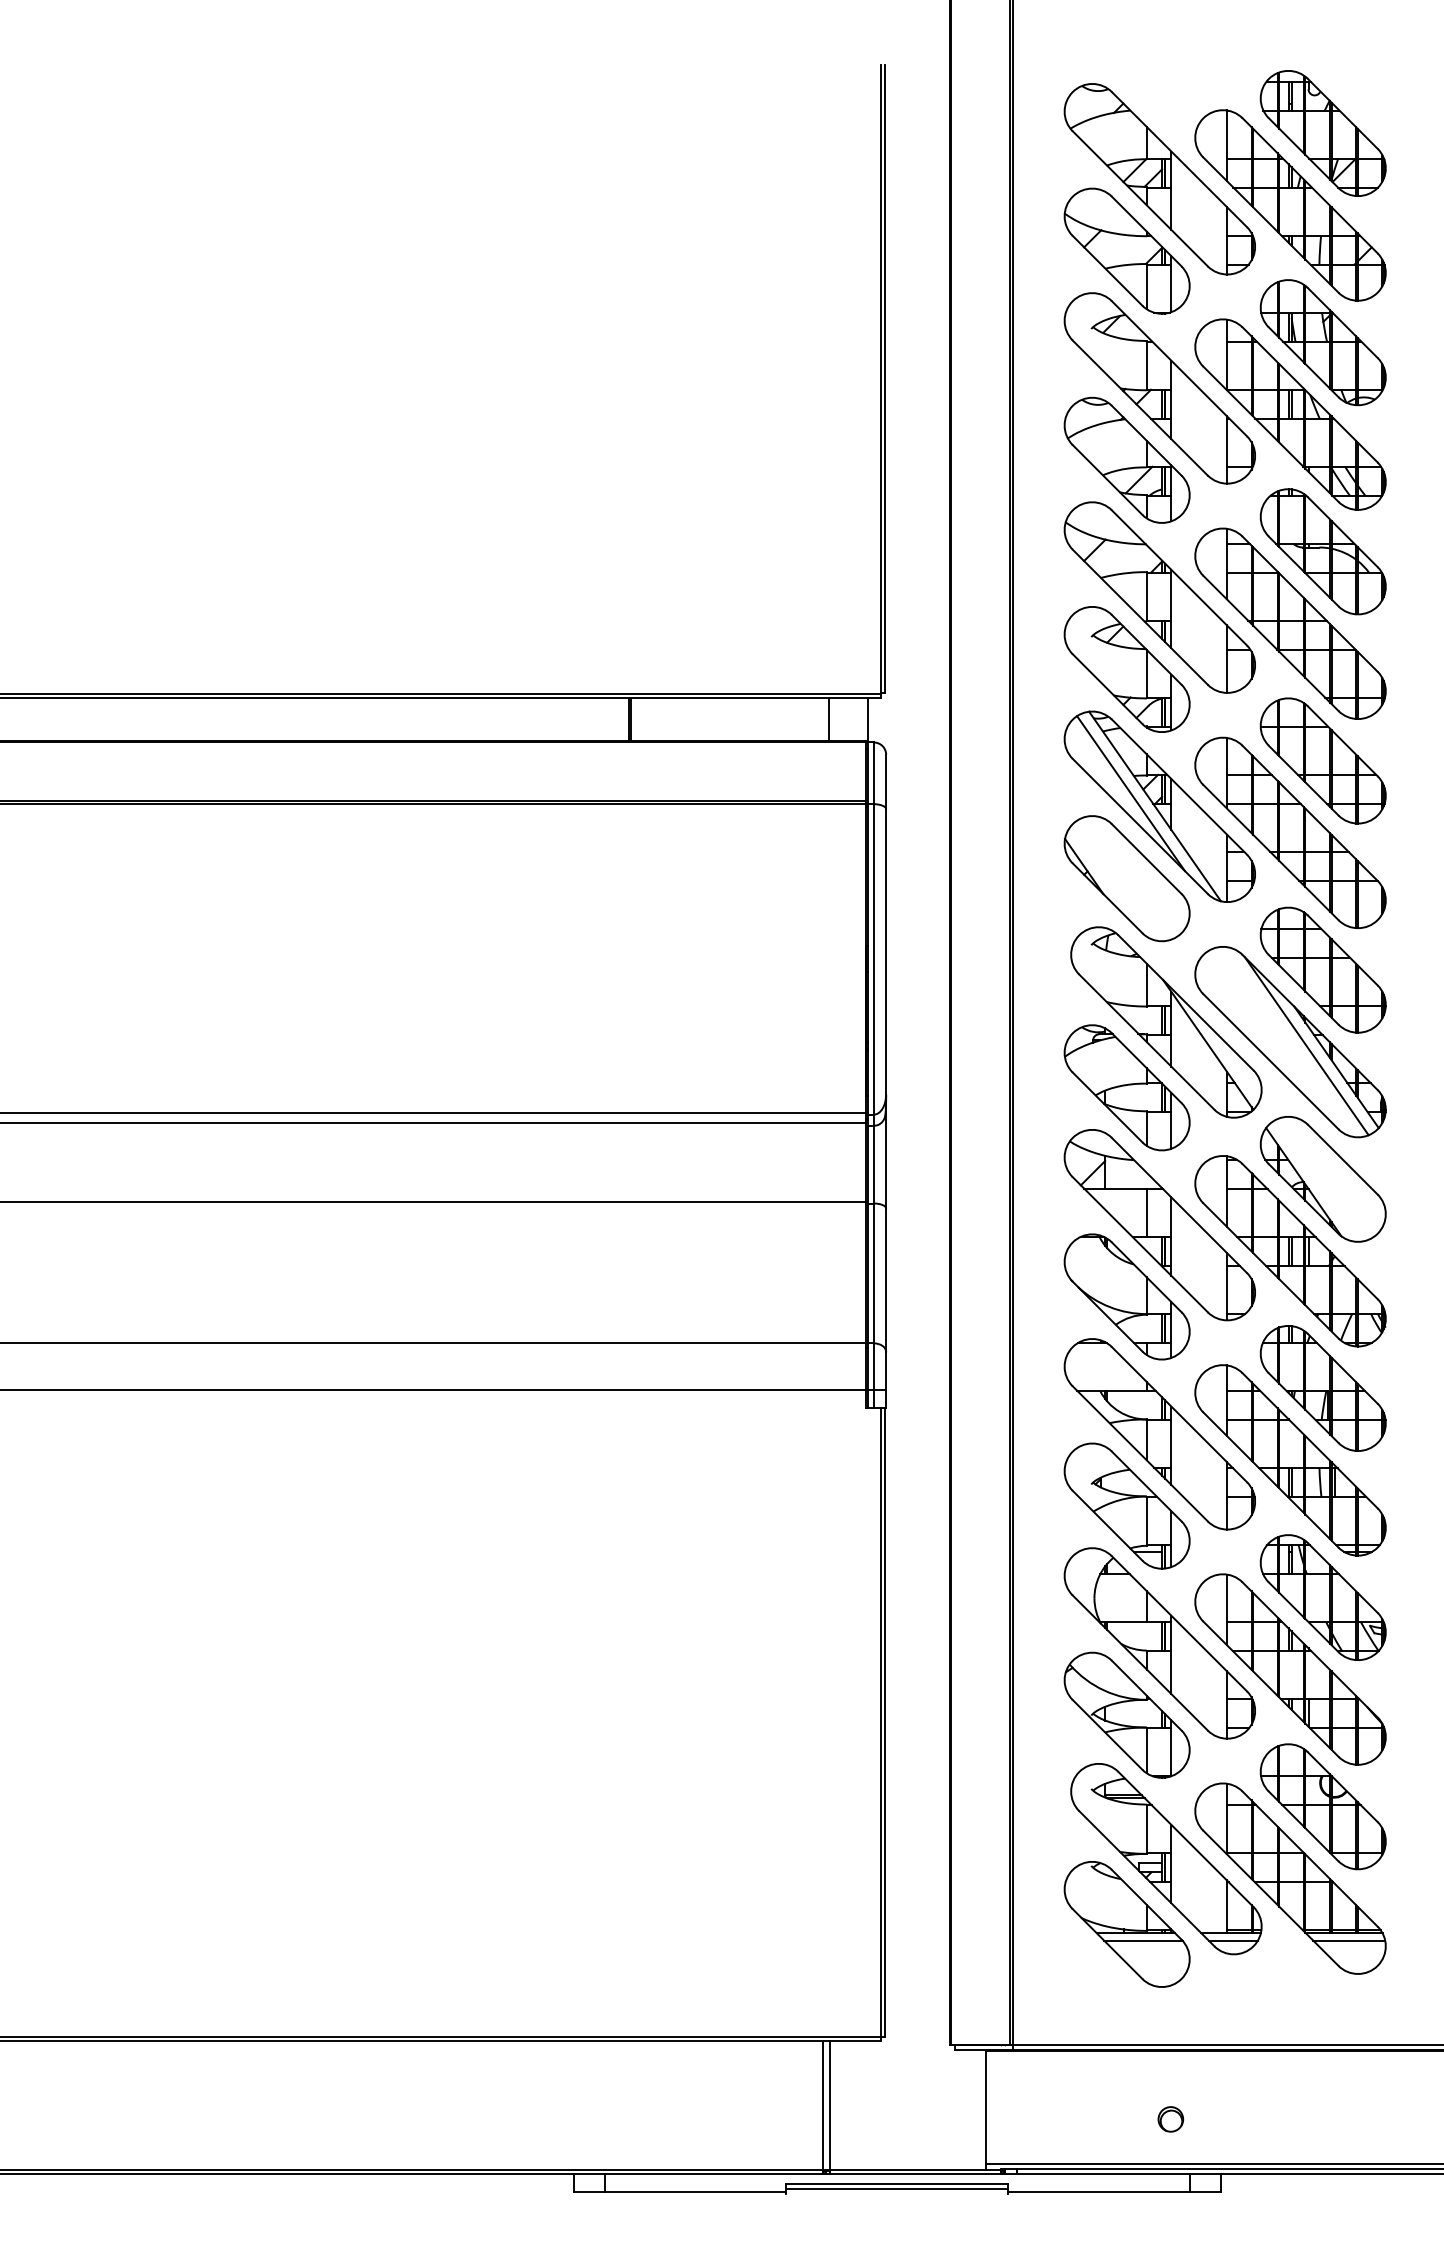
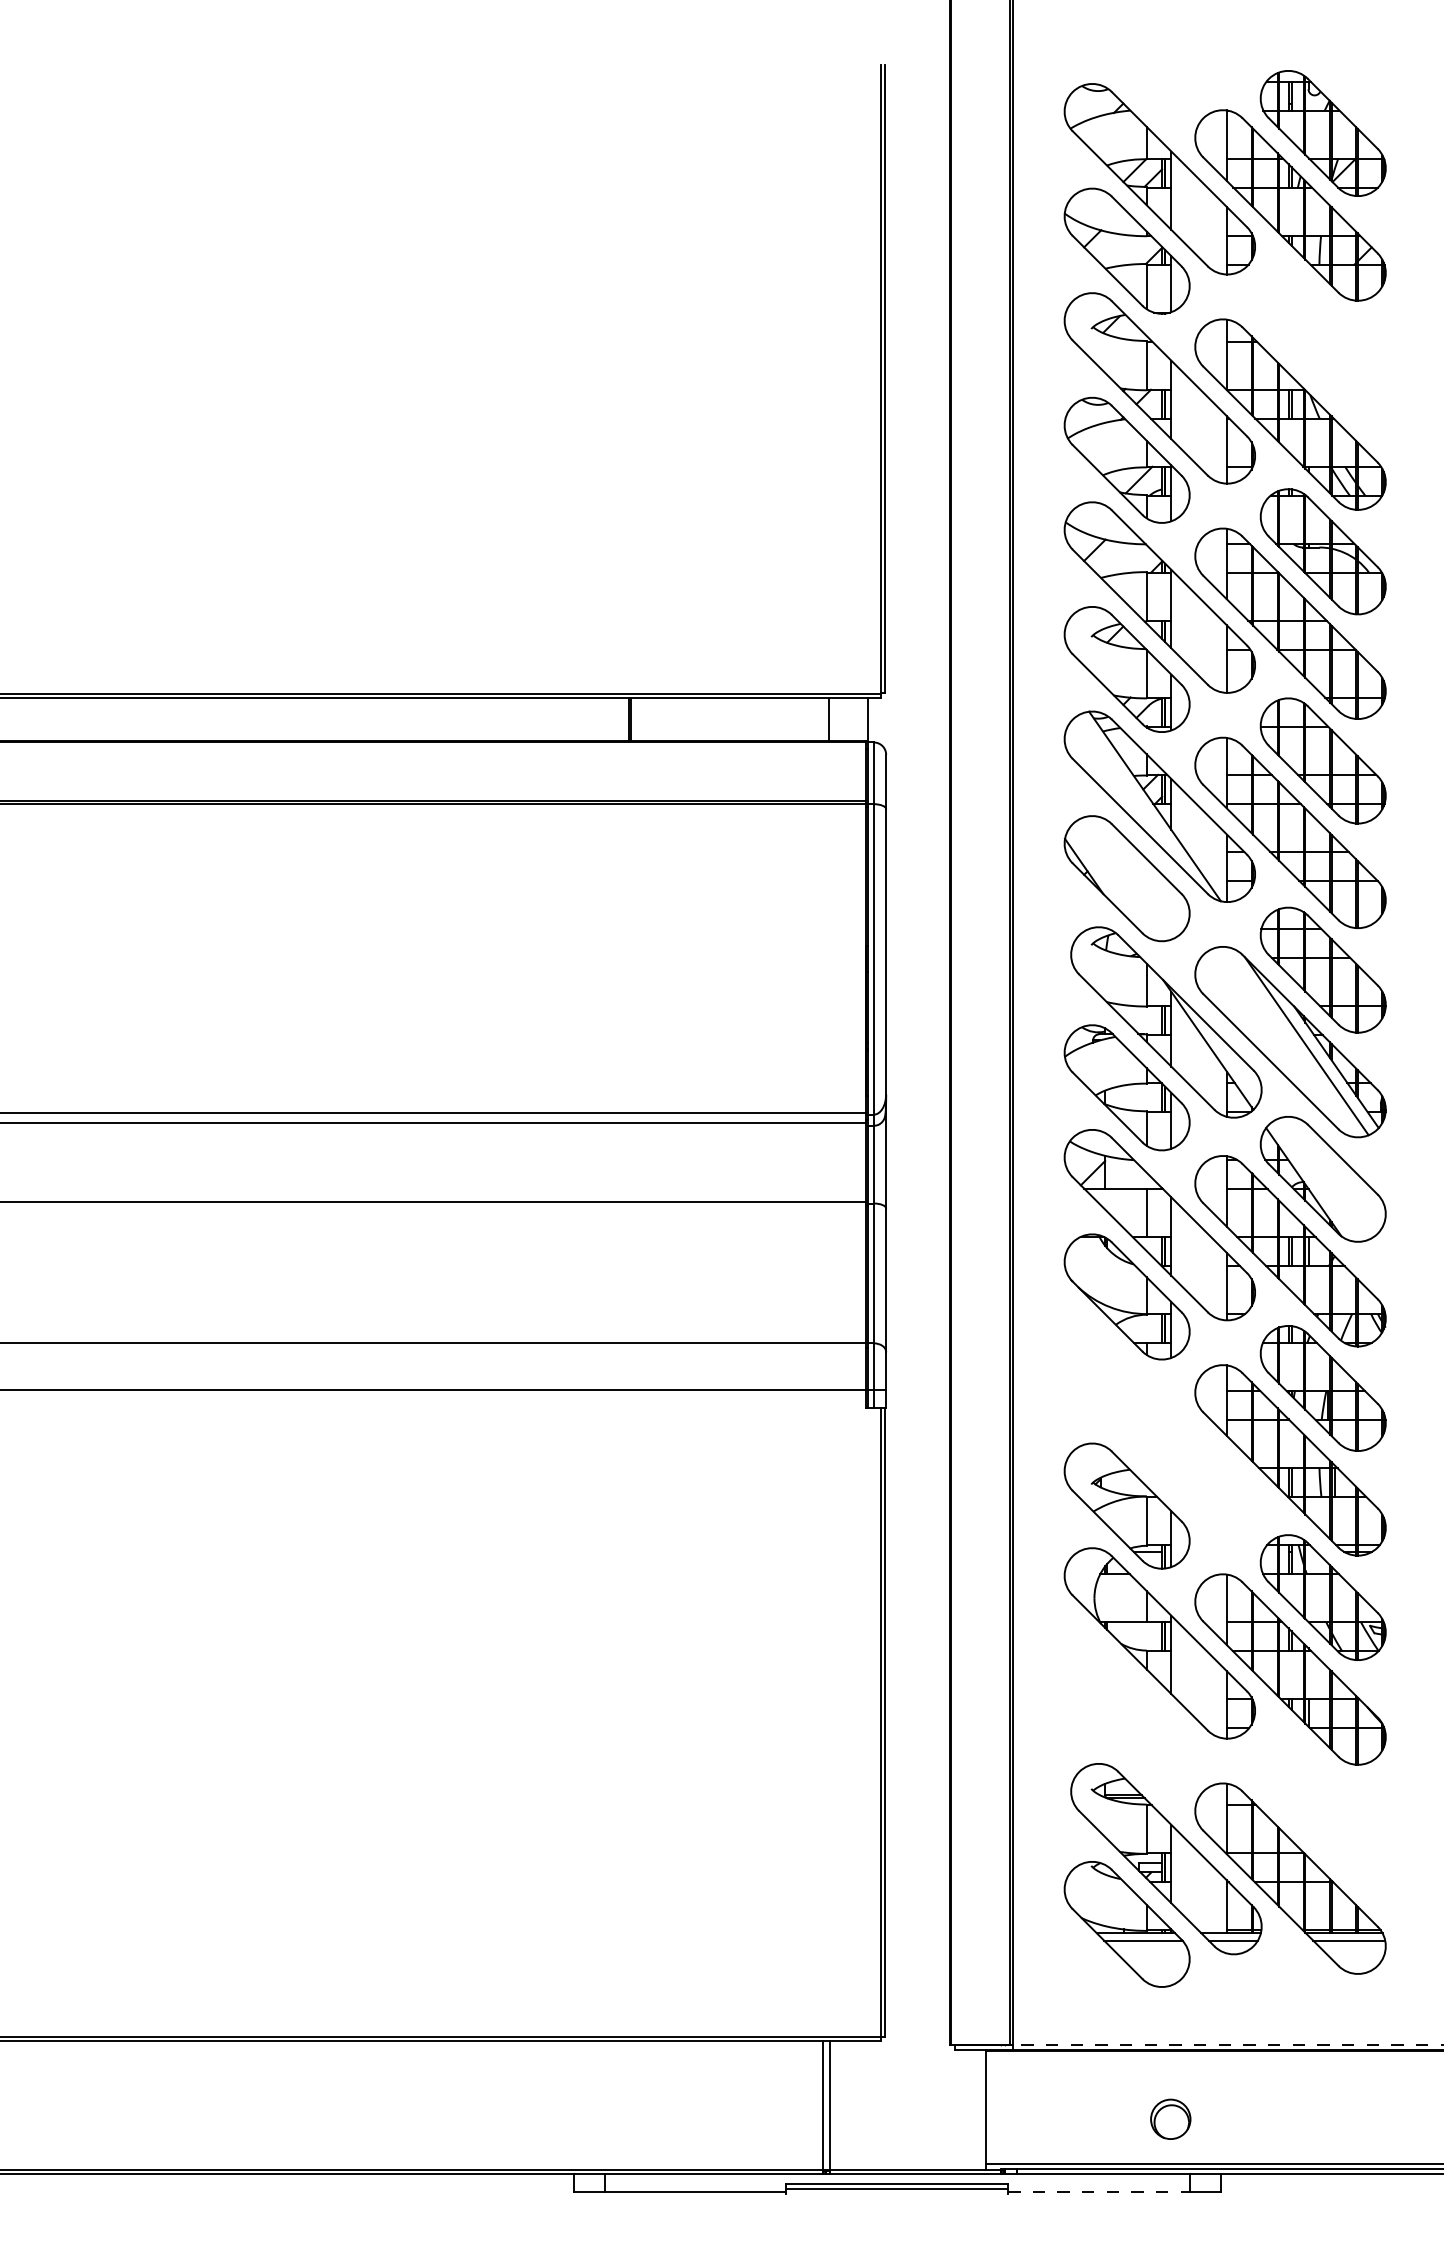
part at (1322, 342): present -> none
line at (1130, 793): present -> none
part at (1159, 1434): present -> none
part at (1126, 1714): present -> none
part at (1322, 1806): present -> none
line at (1228, 2045): solid -> dashed
part at (1170, 2119) size: 28x27 px -> 42x42 px
line at (1099, 2192): solid -> dashed
